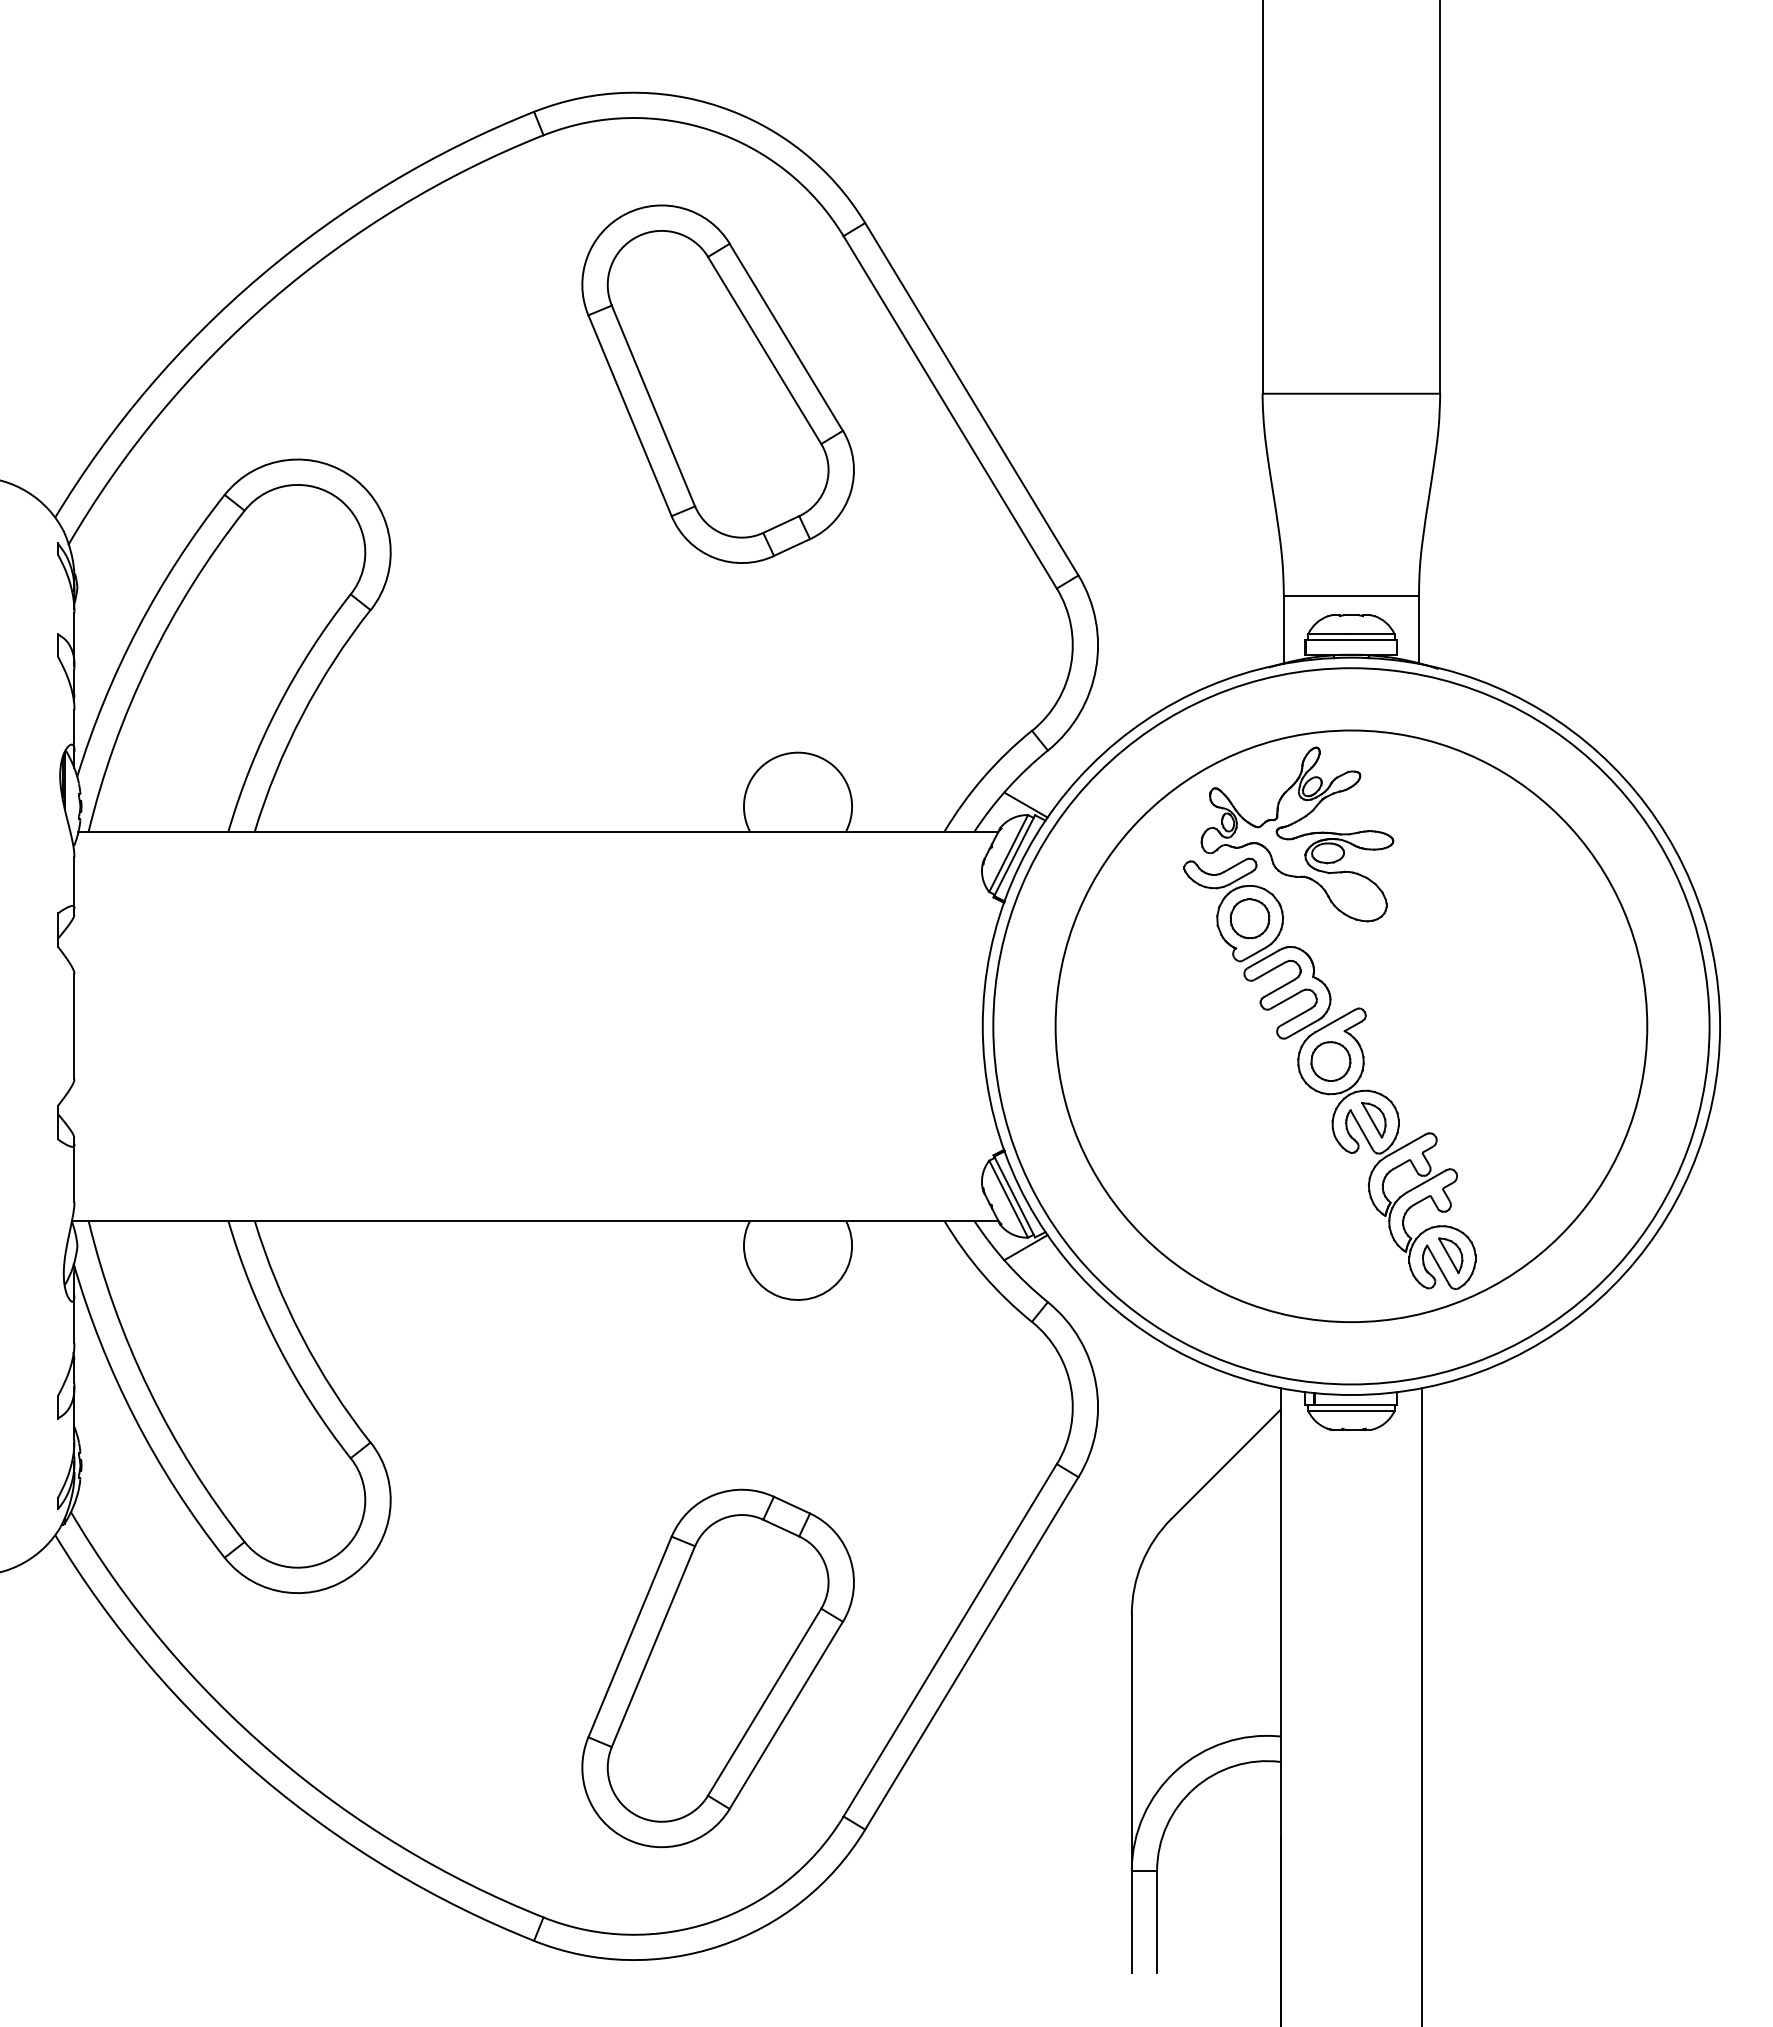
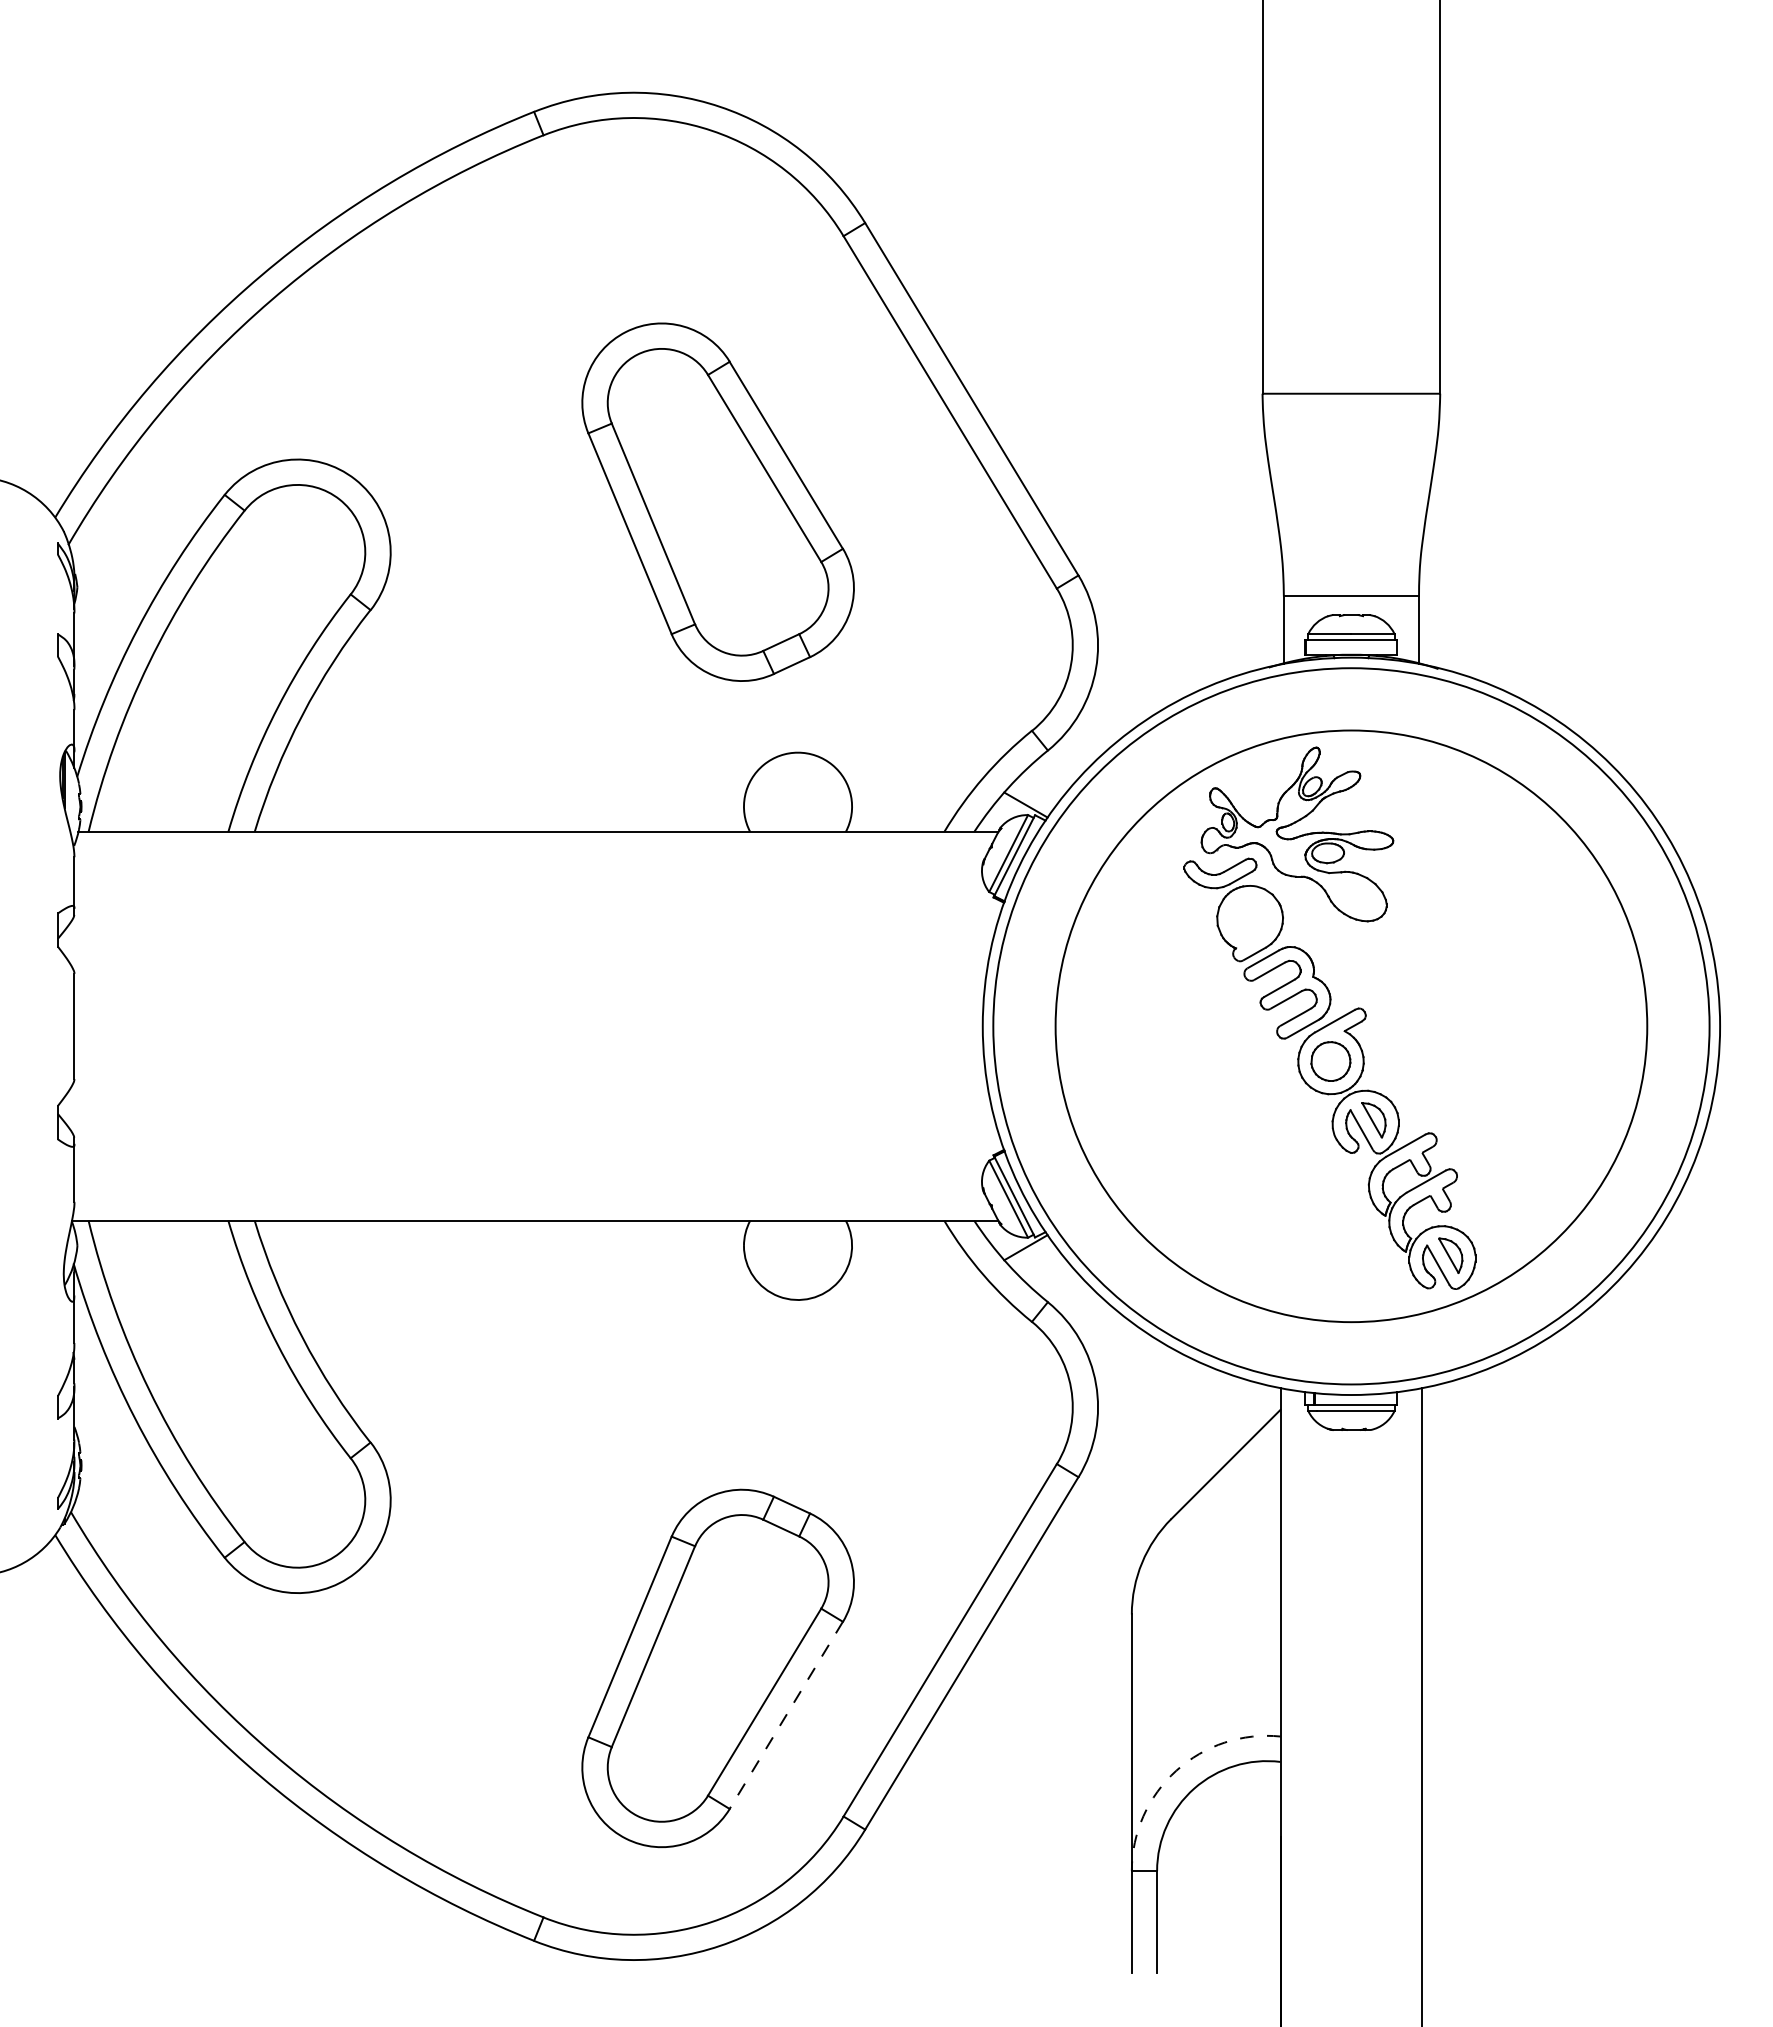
part at (717, 383) position: (717, 383) -> (717, 501)
part at (1249, 918): present -> none
line at (786, 1715): solid -> dashed
arc at (1176, 1770): solid -> dashed
